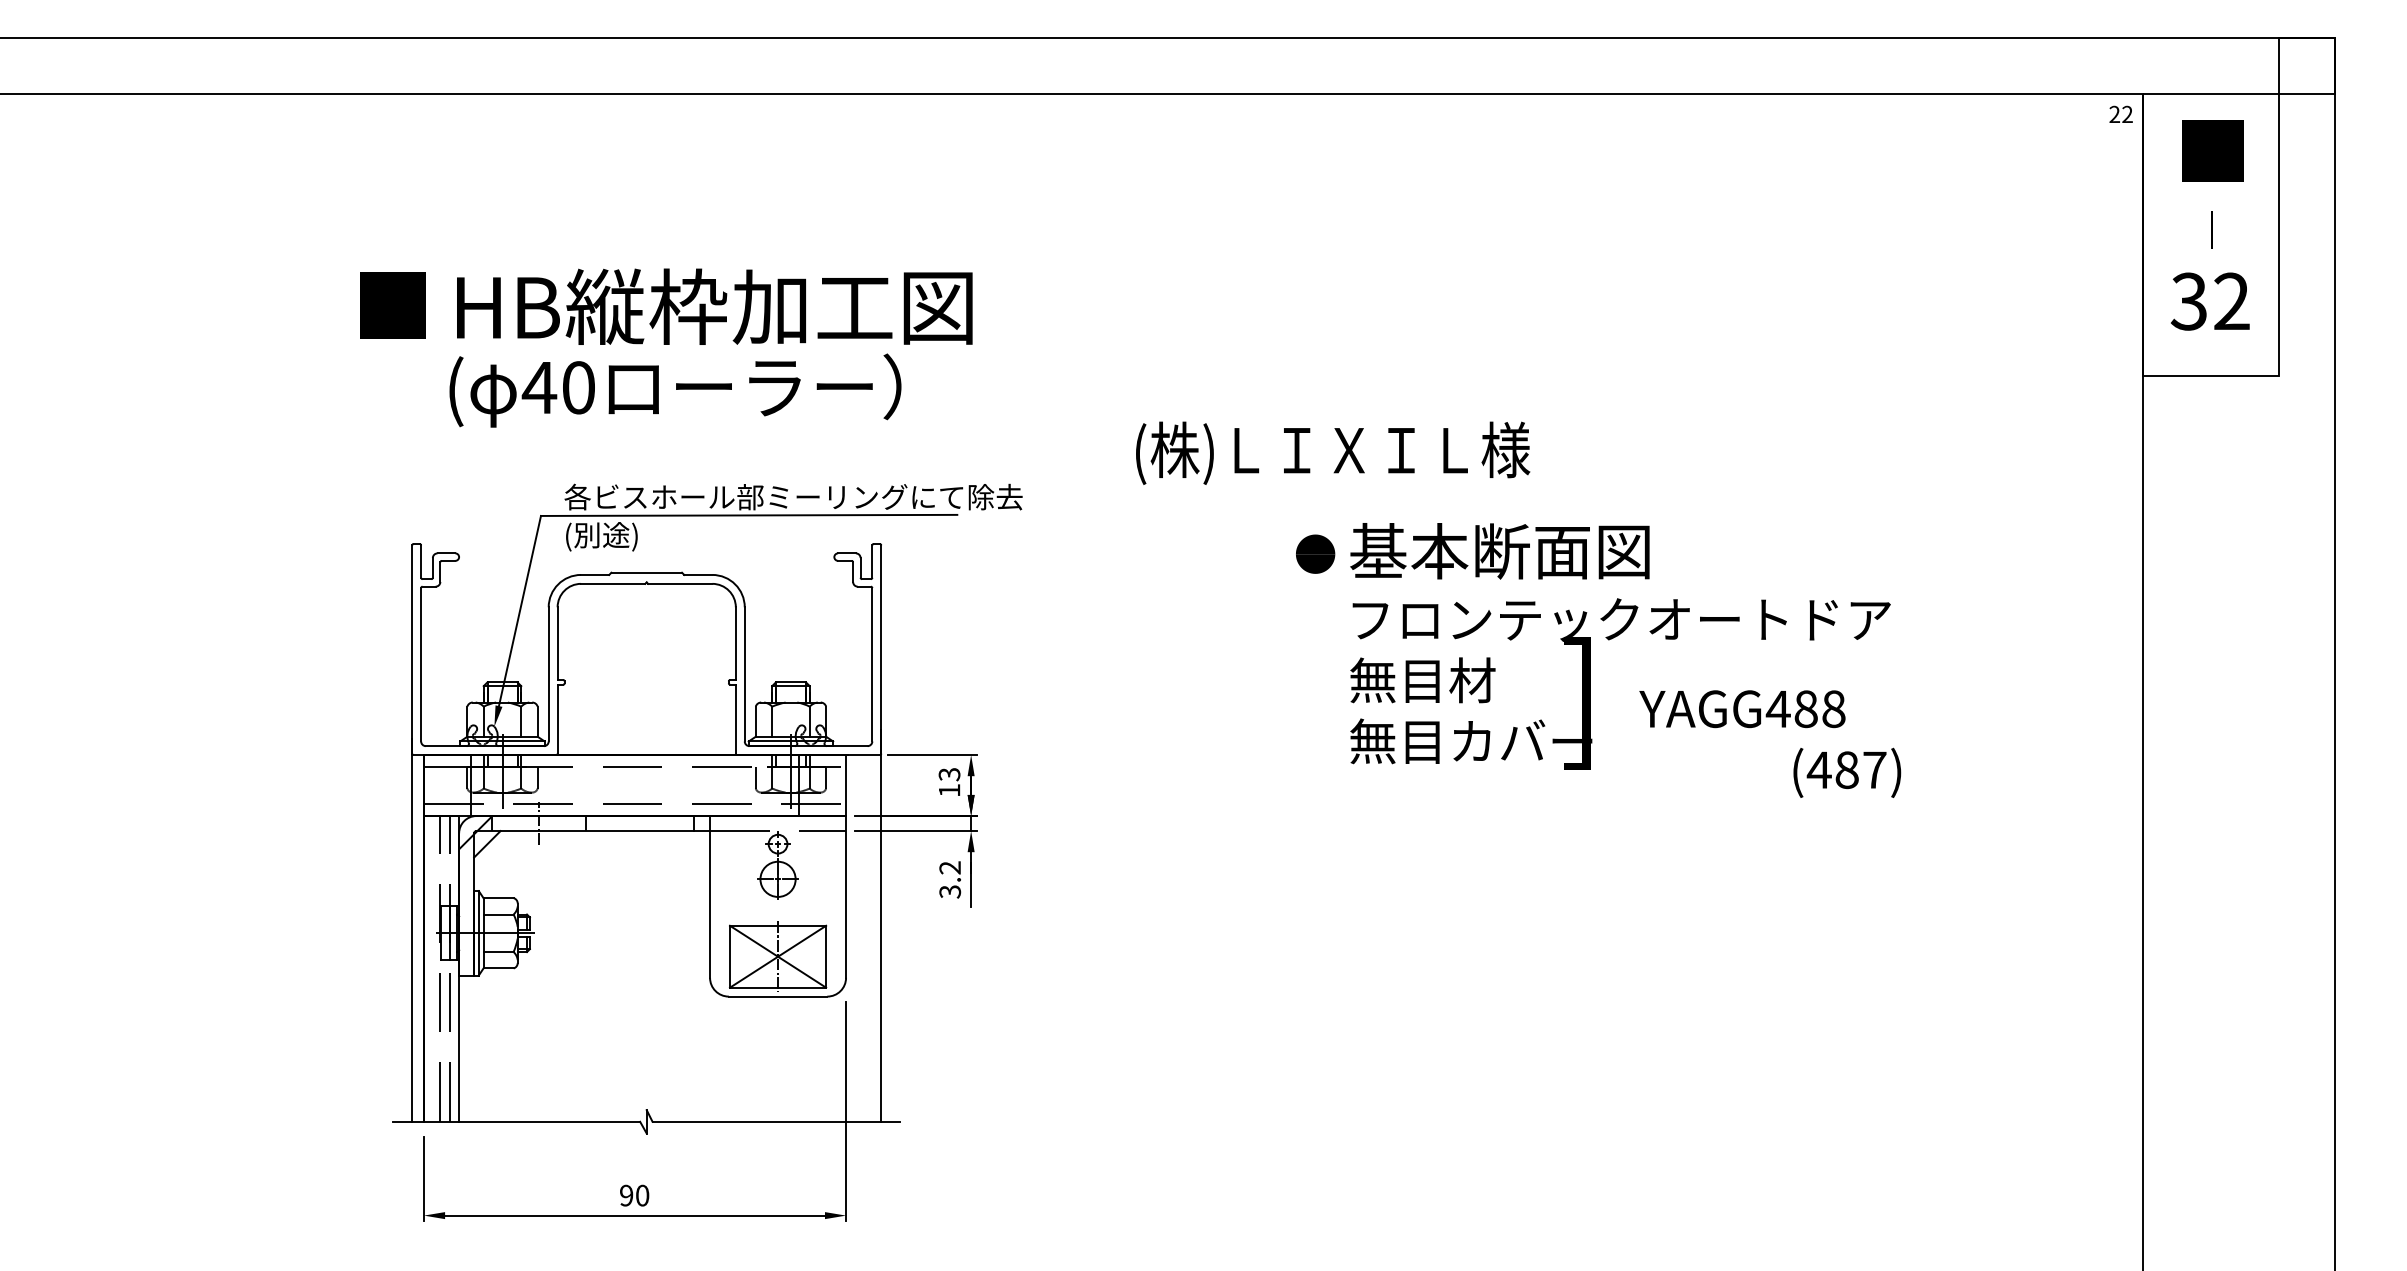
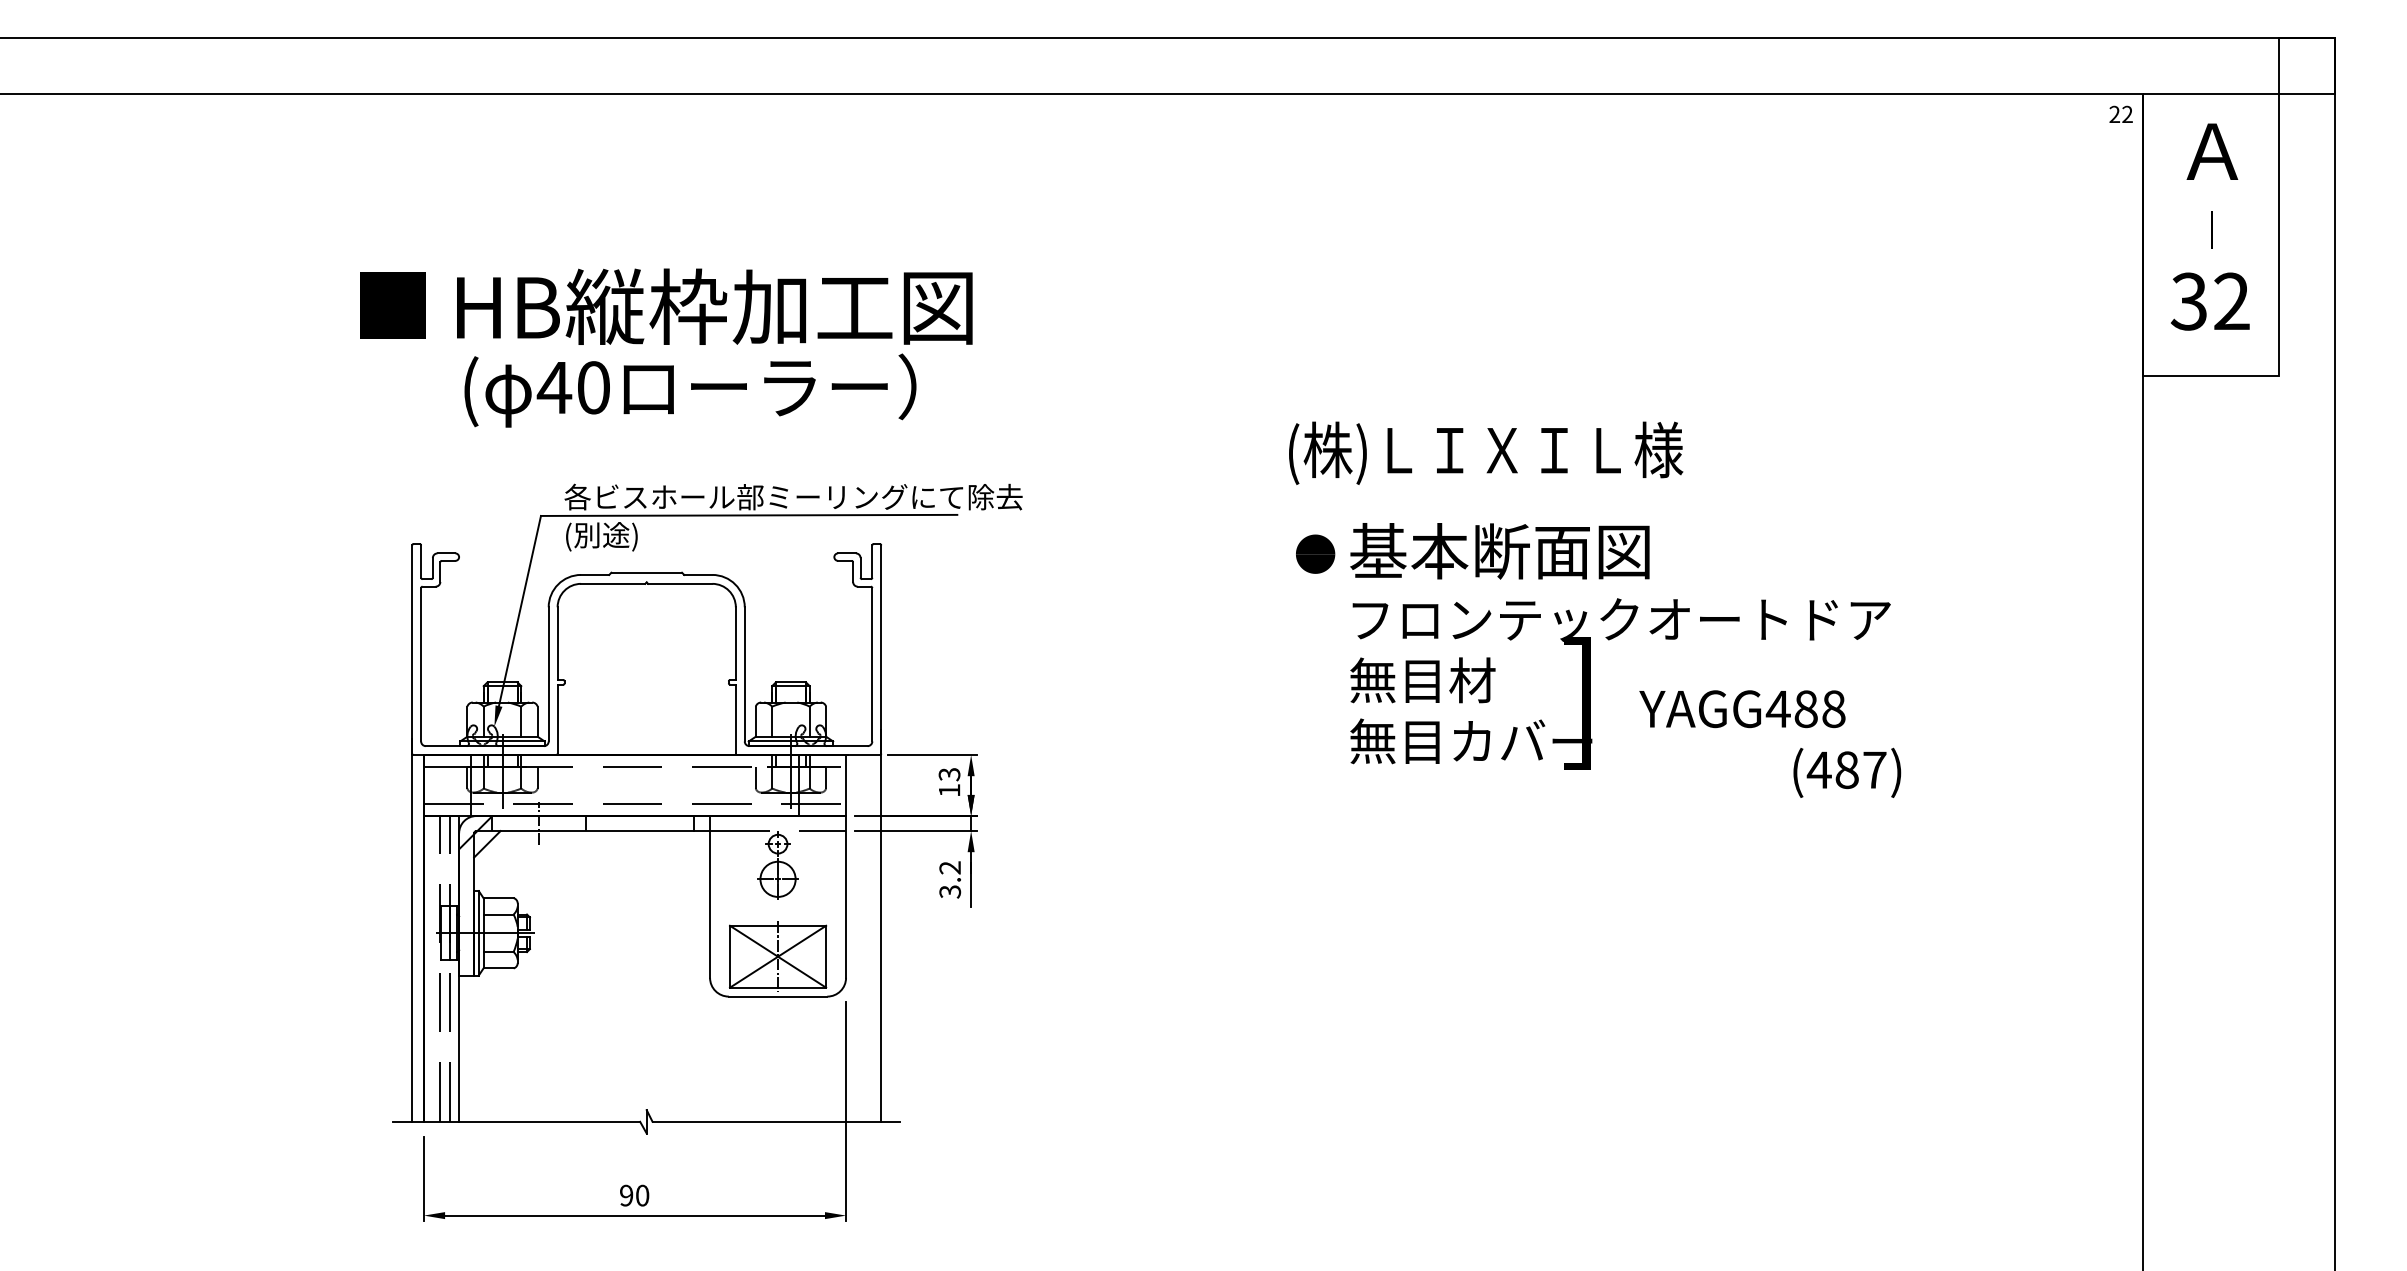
text at (2212, 150): ■ -> Ａ
text at (675, 390) position: (675, 390) -> (690, 390)
text at (1333, 452) position: (1333, 452) -> (1486, 452)
